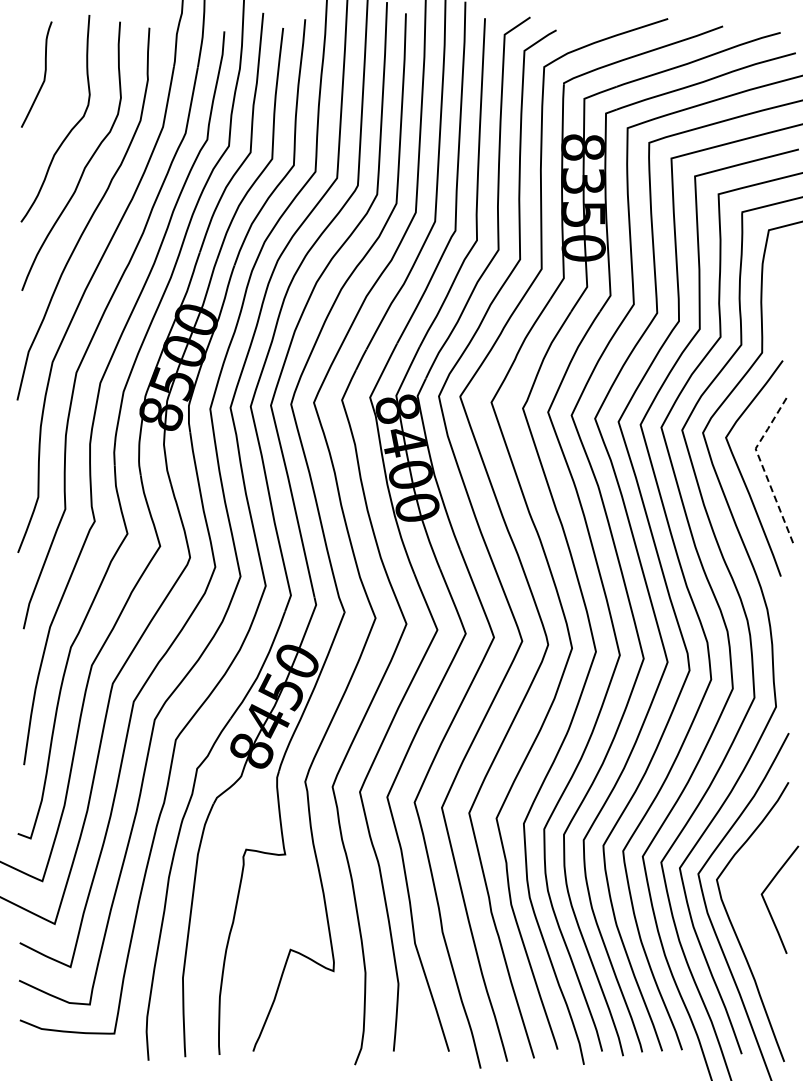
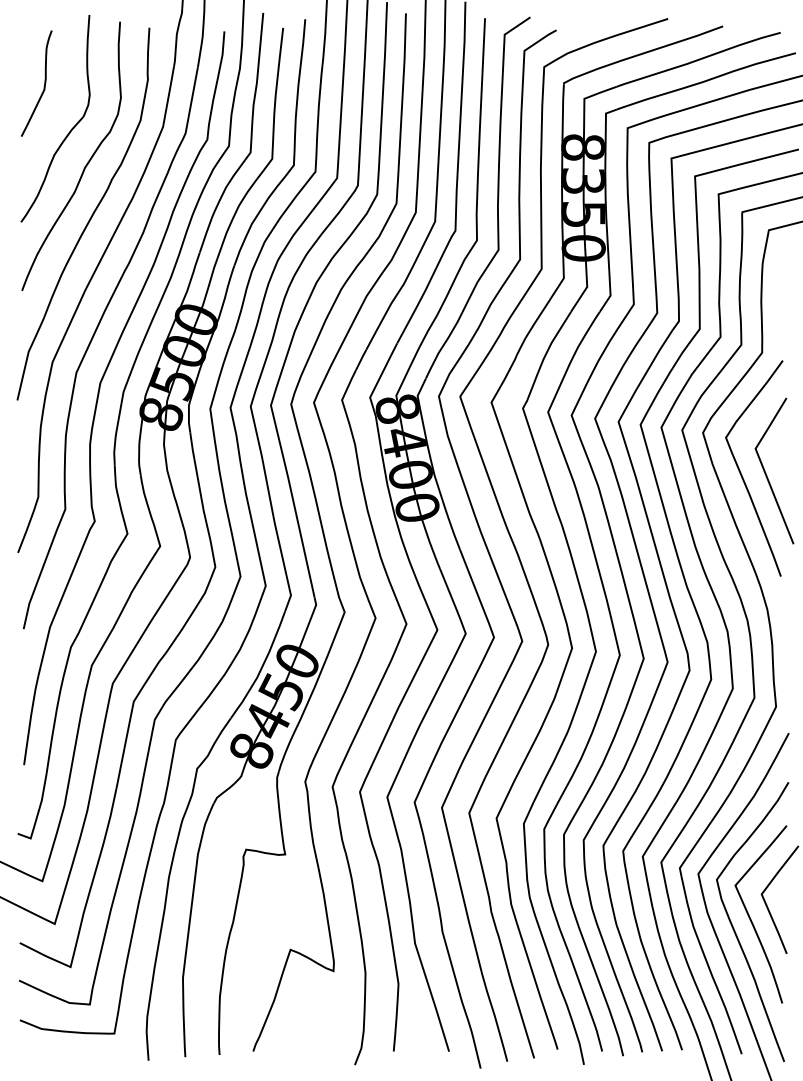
curve at (43, 77) position: (43, 77) -> (43, 86)
line at (763, 468): dashed -> solid
curve at (750, 916): none -> present
